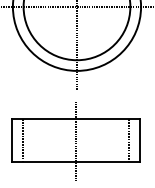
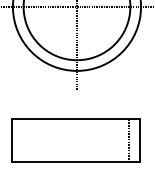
line at (22, 140): present -> none
line at (75, 140): present -> none
